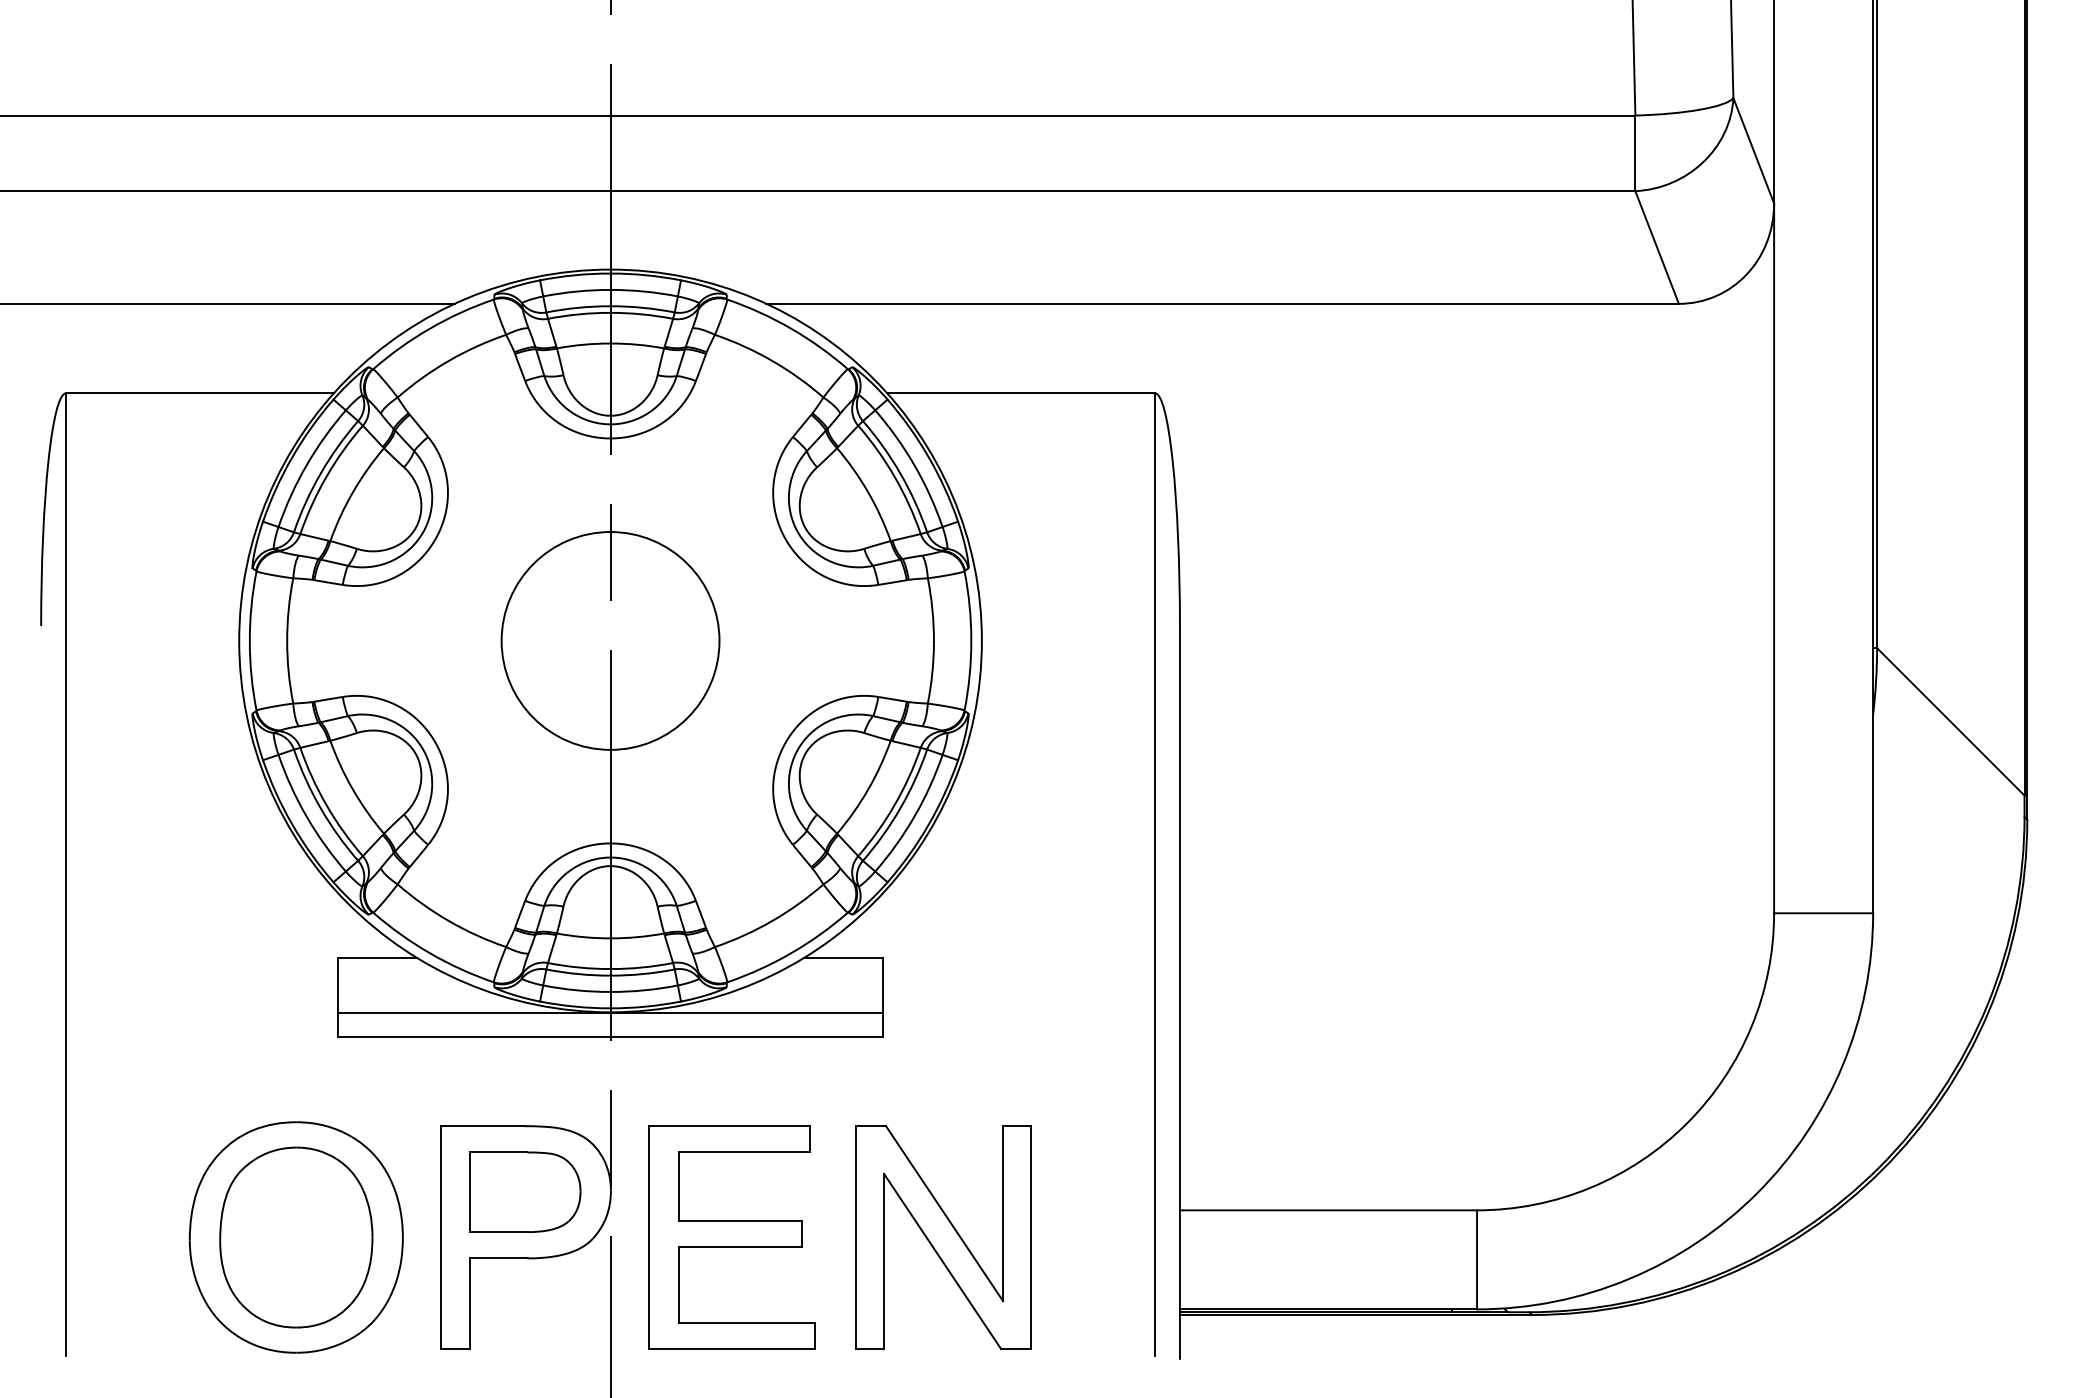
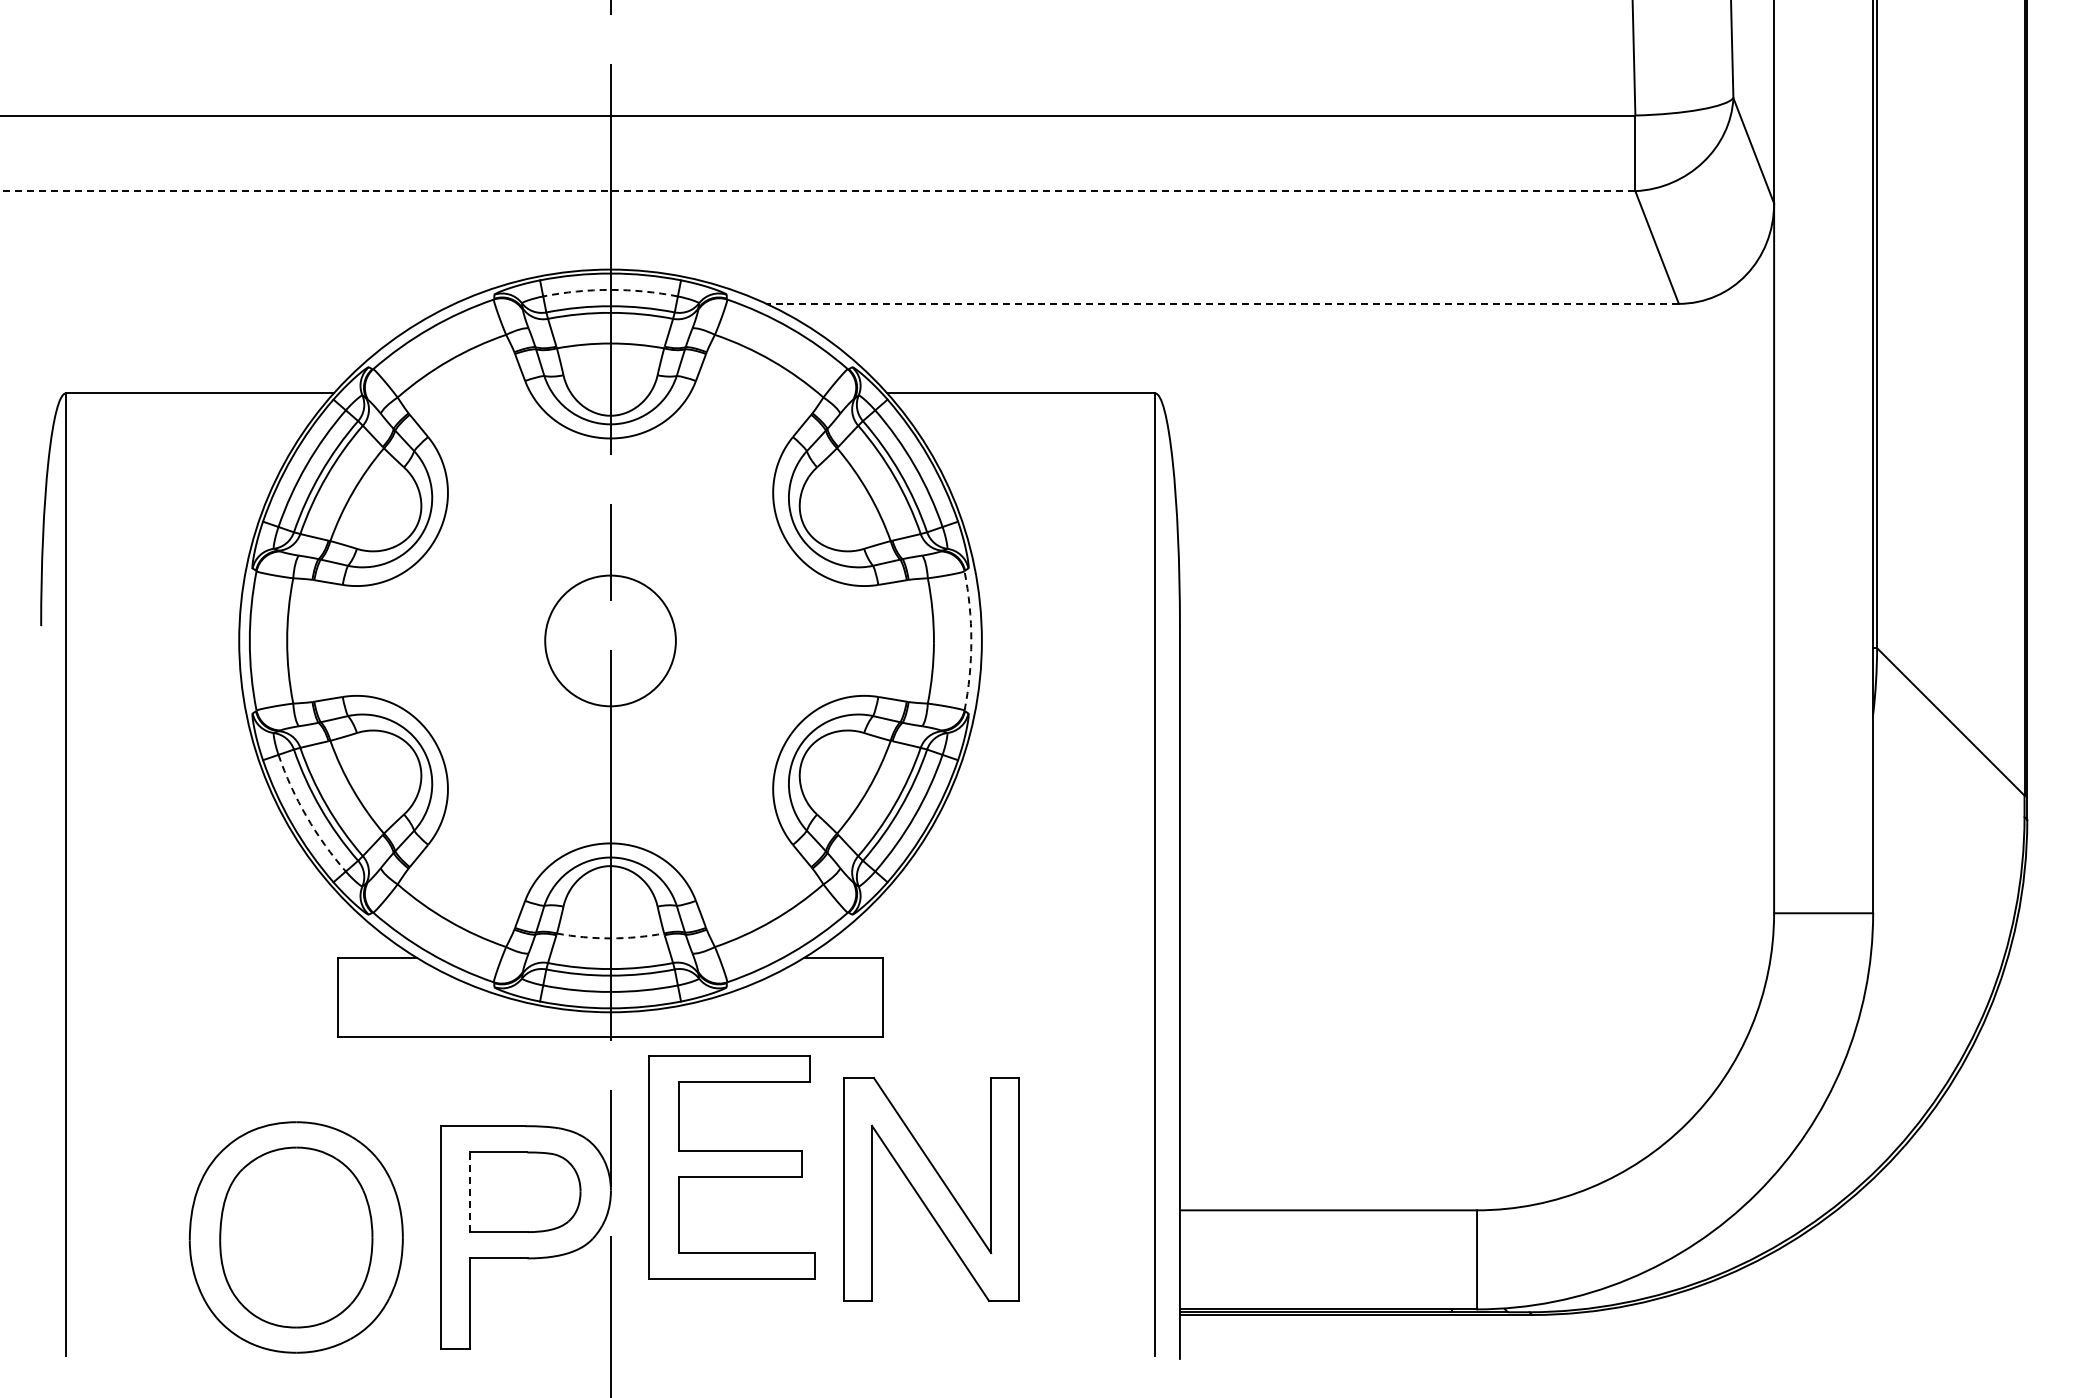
line at (817, 191): solid -> dashed
arc at (610, 289): solid -> dashed
line at (228, 303): present -> none
line at (1222, 303): solid -> dashed
circle at (610, 640) diameter: 218 px -> 131 px
arc at (971, 640): solid -> dashed
arc at (306, 816): solid -> dashed
arc at (610, 938): solid -> dashed
line at (610, 1013): present -> none
line at (470, 1192): solid -> dashed
part at (731, 1237) position: (731, 1237) -> (731, 1167)
part at (943, 1237) position: (943, 1237) -> (931, 1189)
